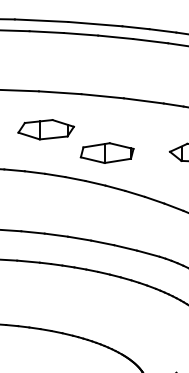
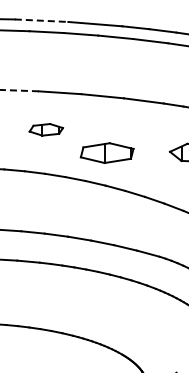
line at (41, 20): solid -> dashed
line at (19, 90): solid -> dashed
part at (46, 129) size: 59x22 px -> 37x14 px
